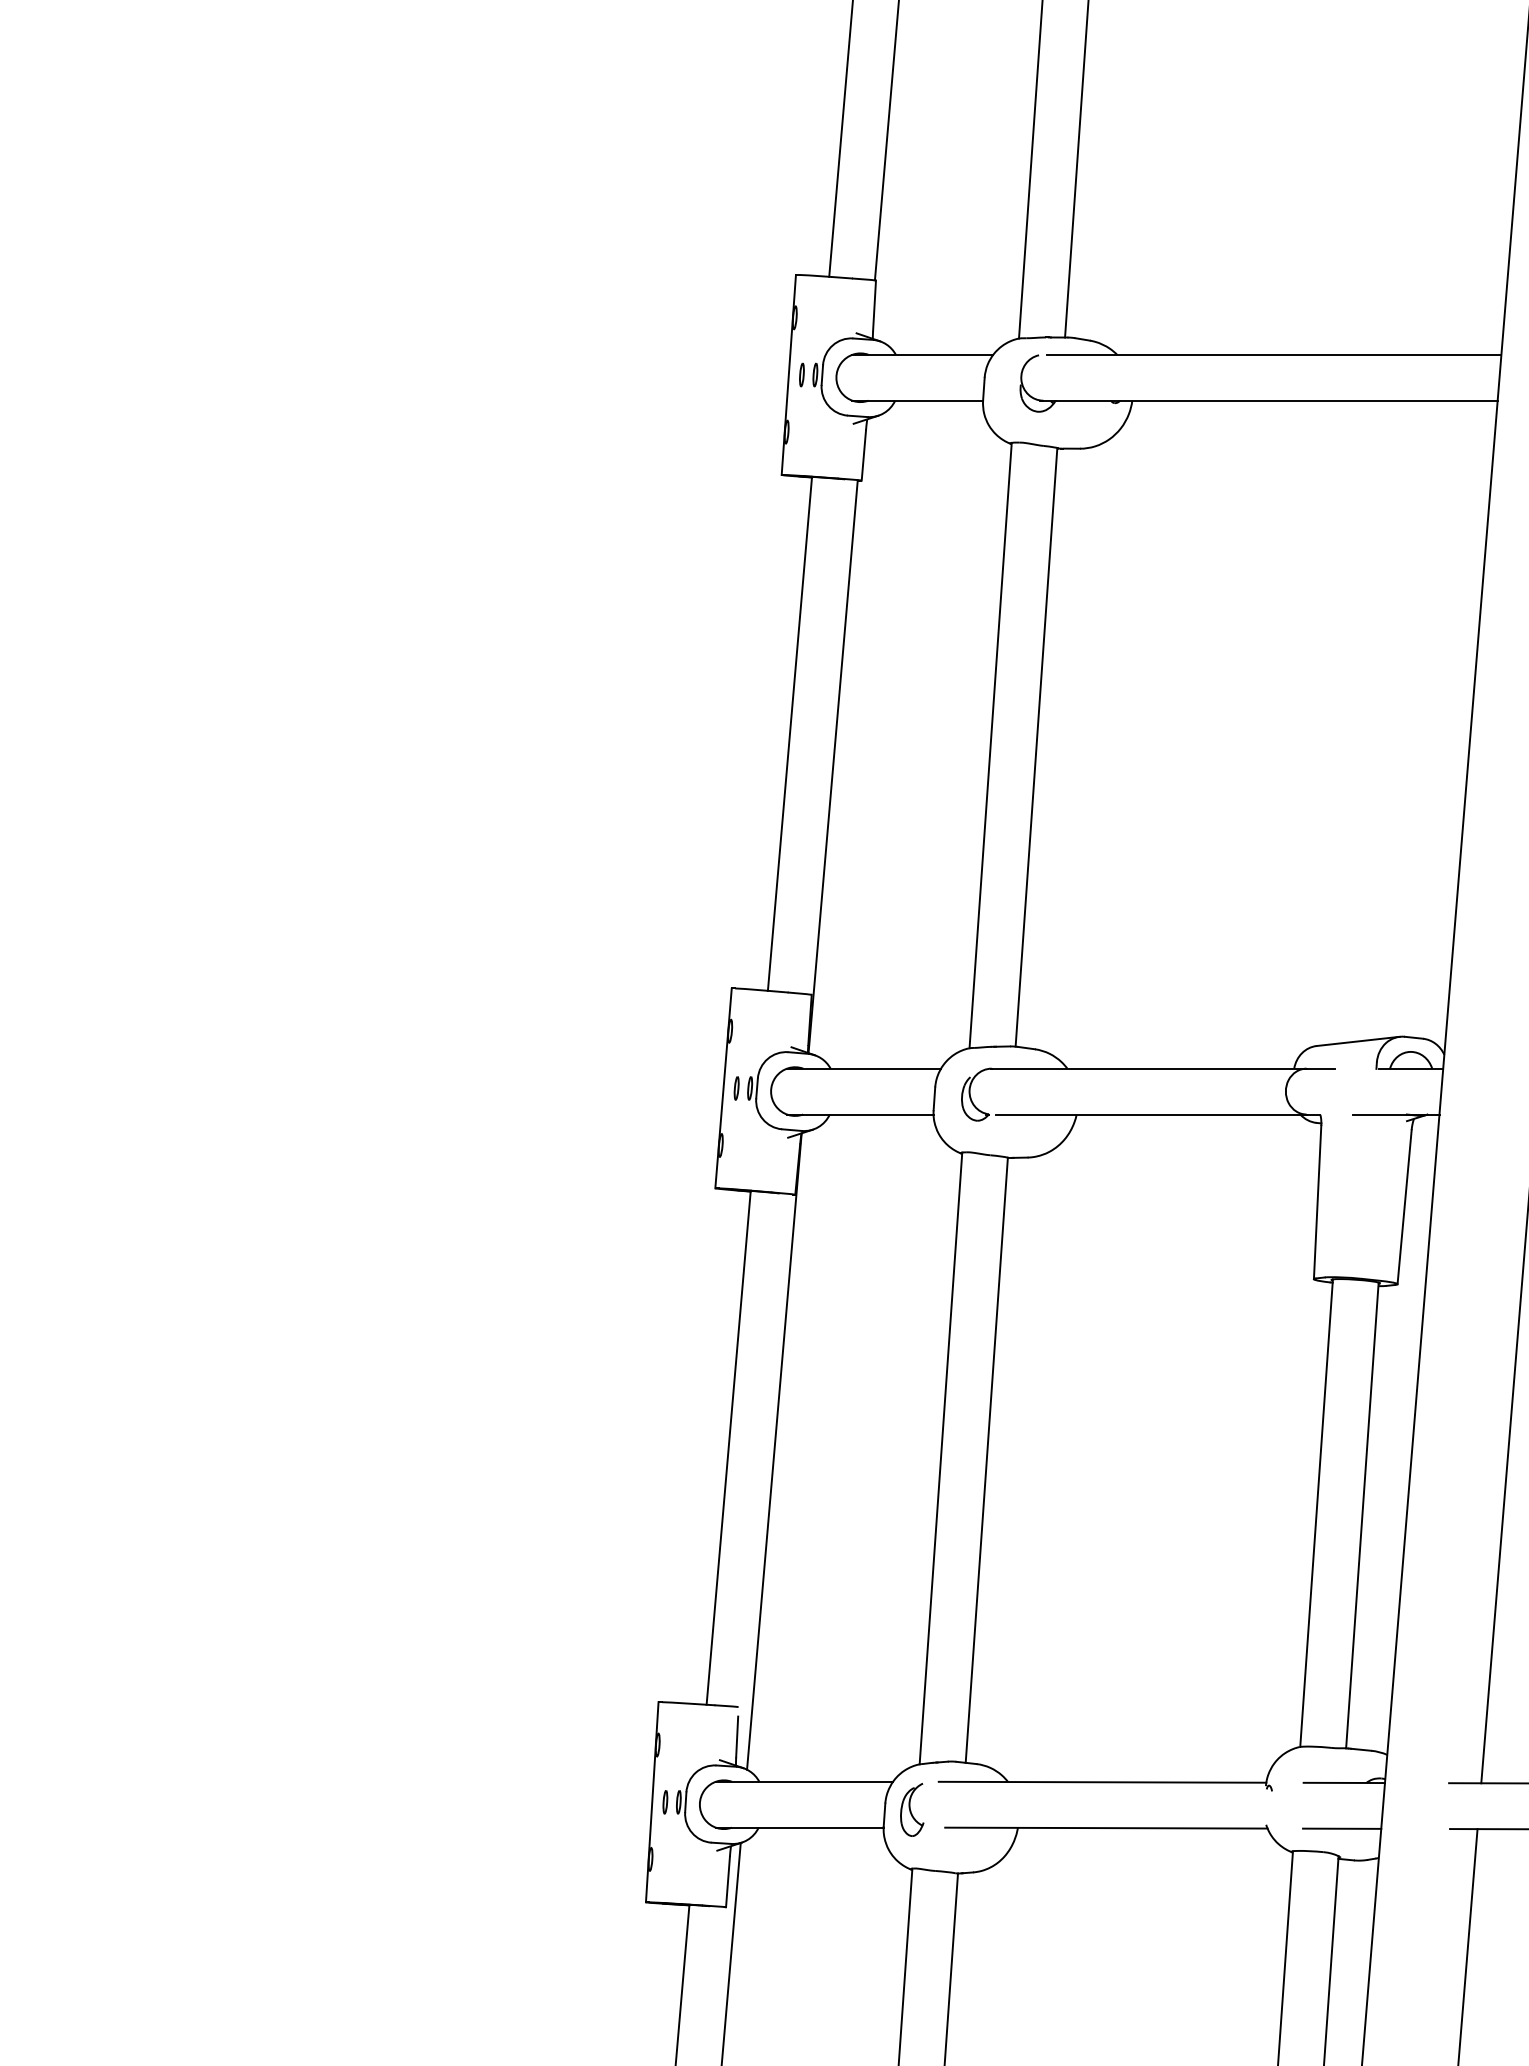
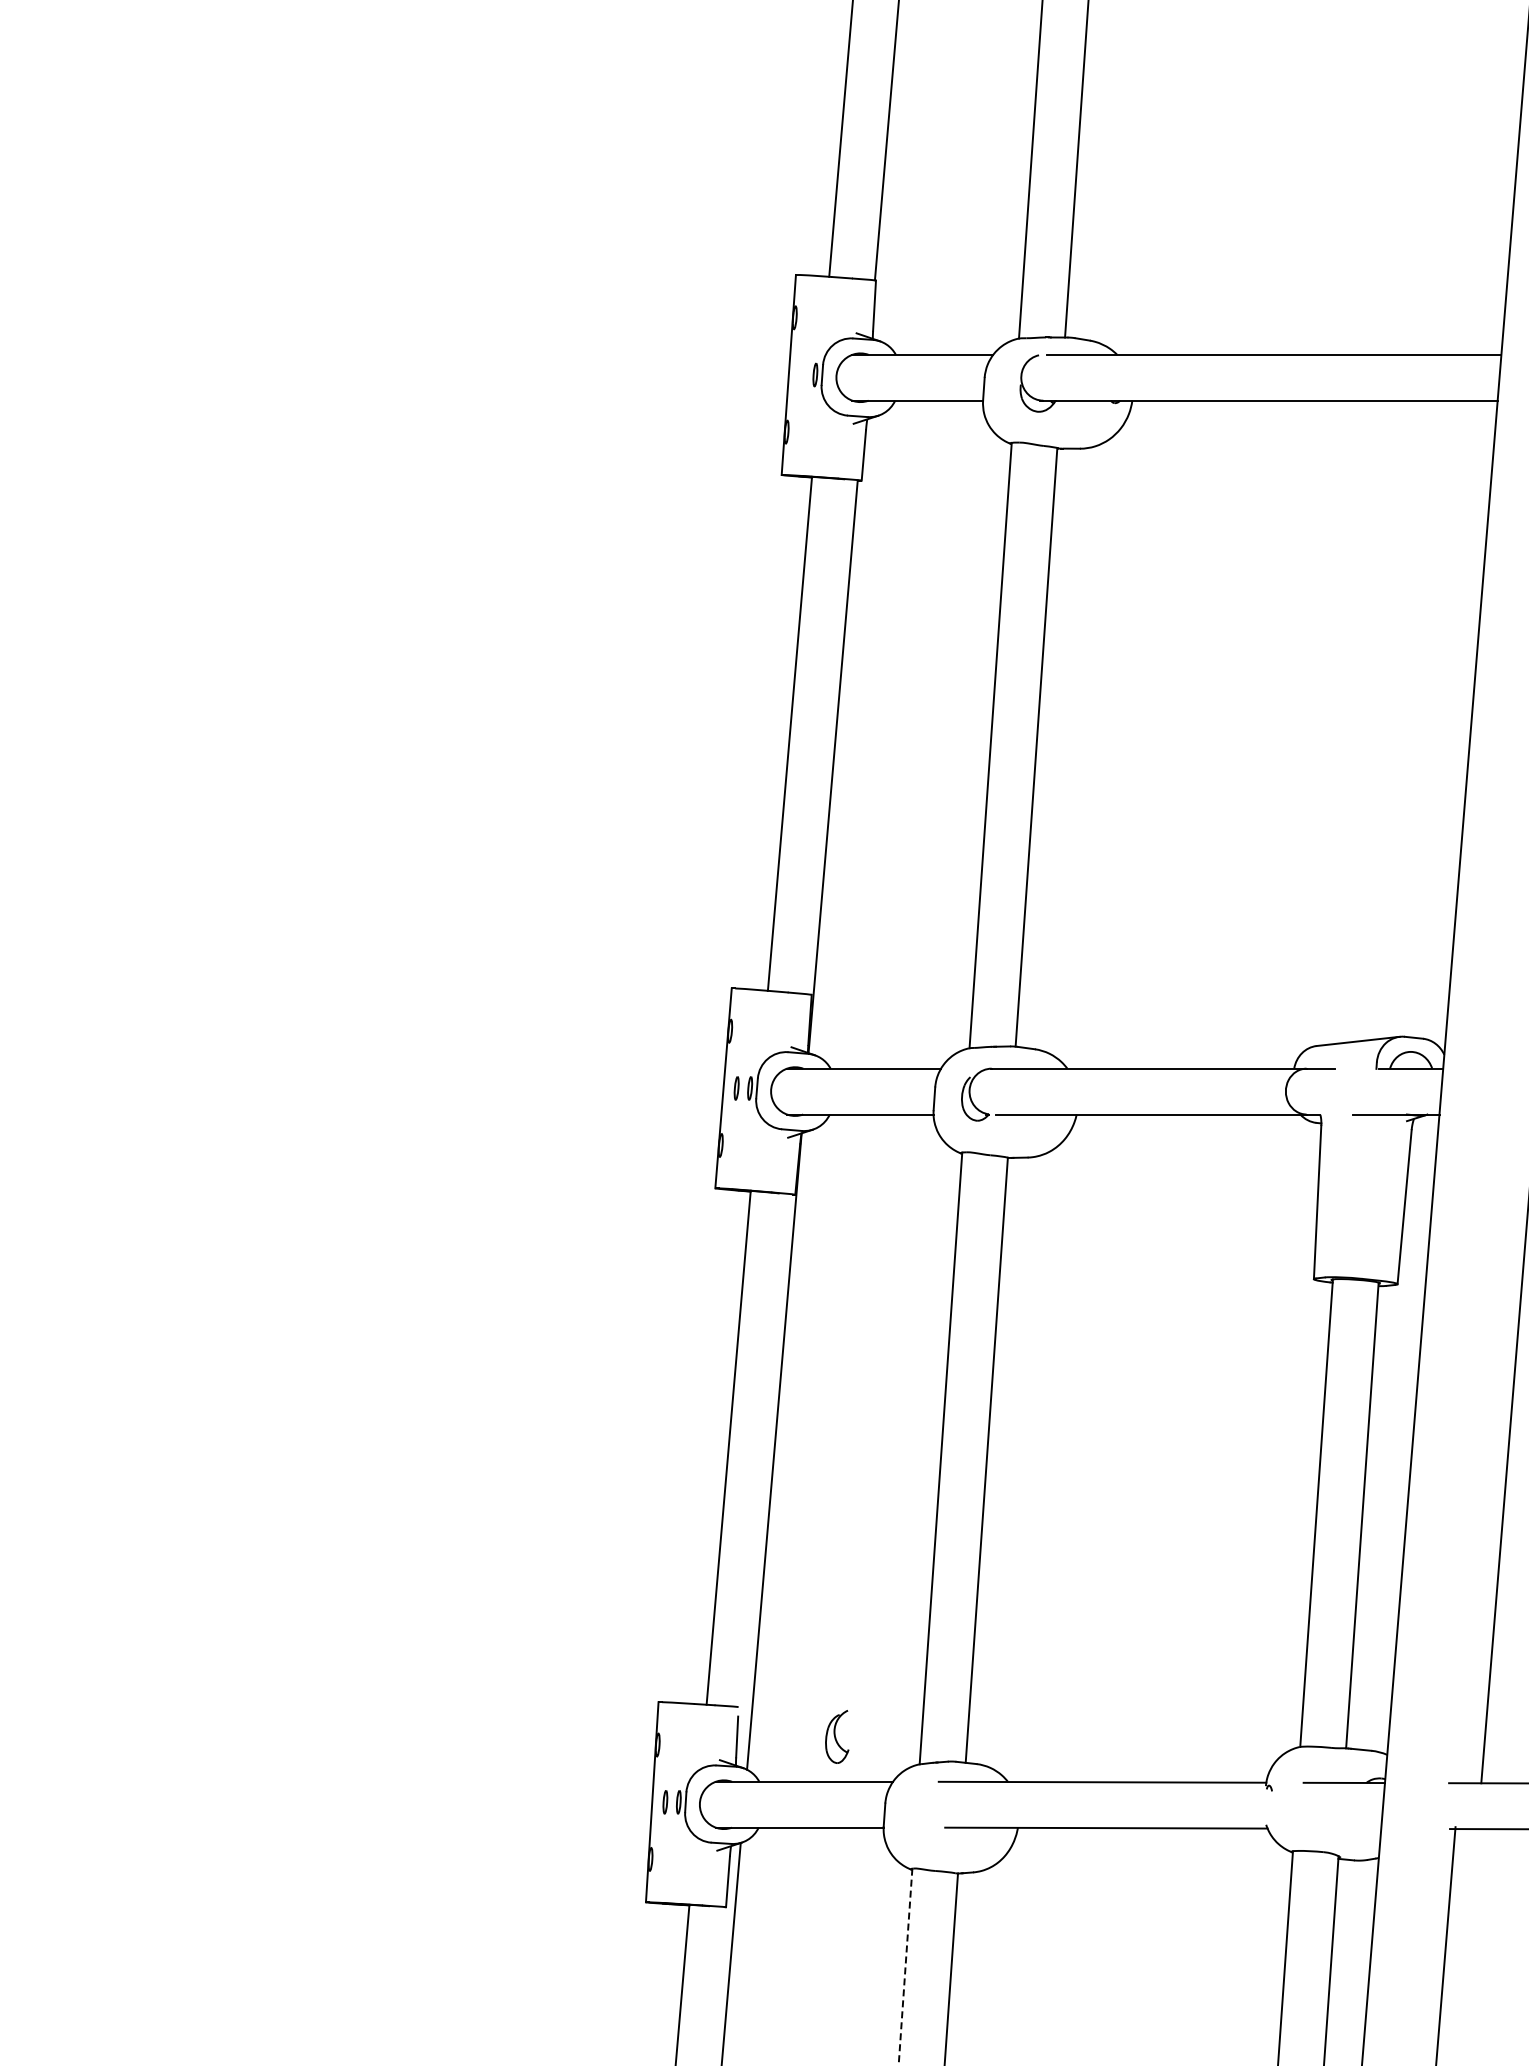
part at (801, 374): present -> none
part at (912, 1809) position: (912, 1809) -> (837, 1736)
line at (1342, 1828): present -> none
line at (1467, 1945) position: (1467, 1945) -> (1445, 1944)
line at (905, 1967): solid -> dashed
